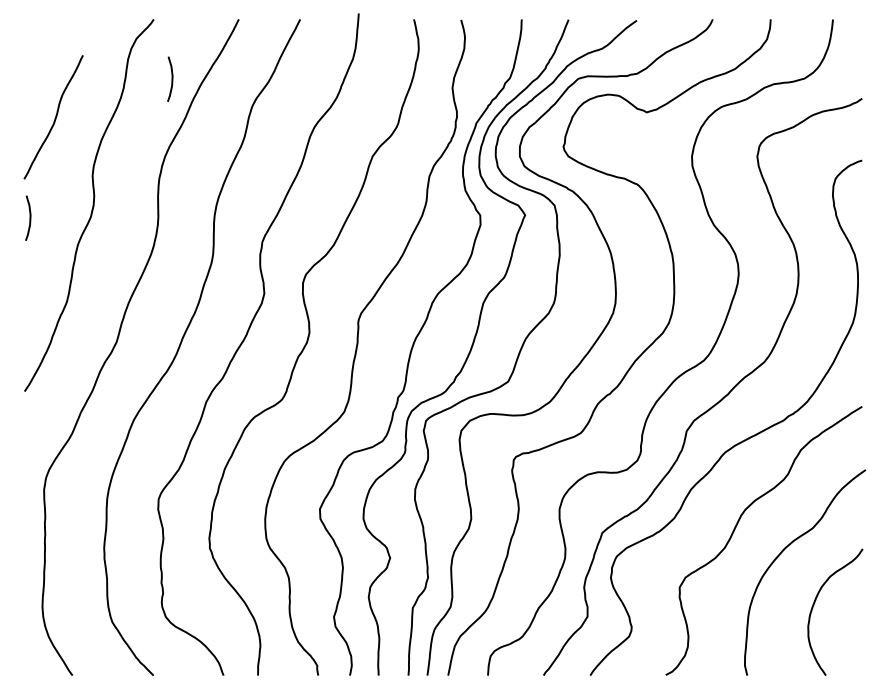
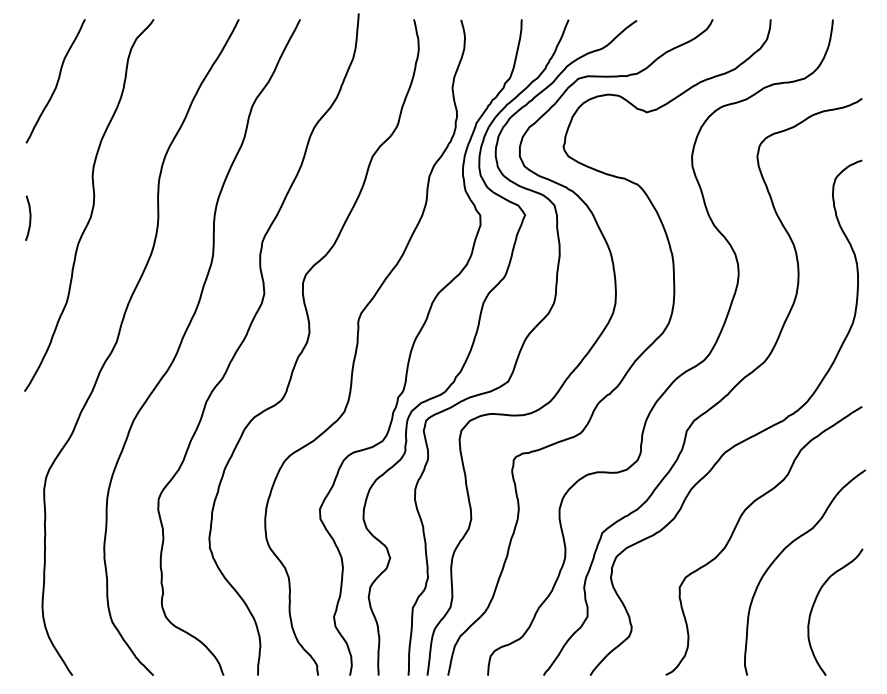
curve at (171, 78): present -> none
curve at (54, 118) position: (54, 118) -> (56, 82)
